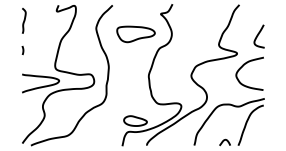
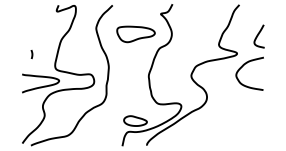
curve at (24, 20): present -> none
curve at (22, 50) position: (22, 50) -> (31, 54)
part at (243, 127): present -> none
